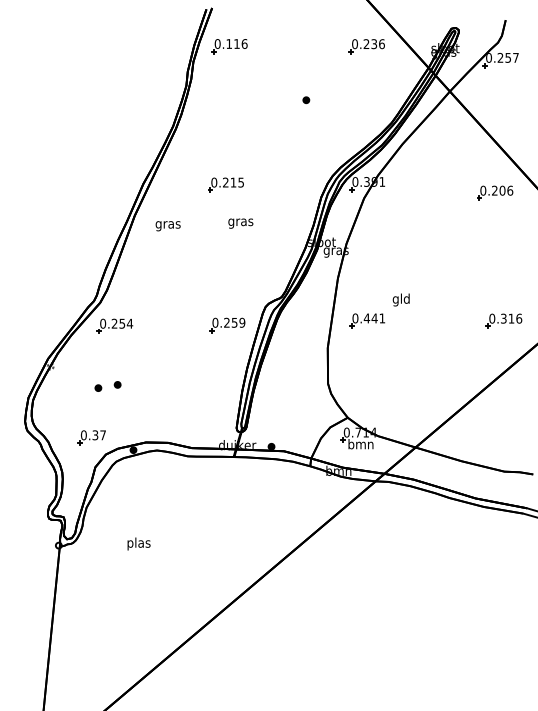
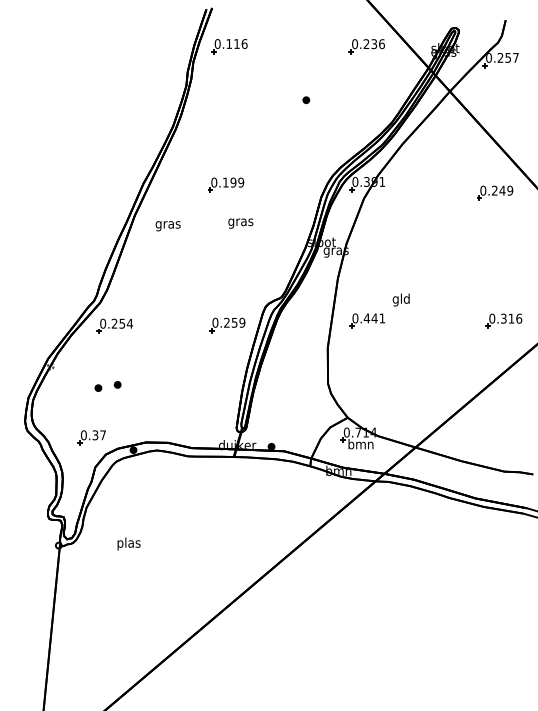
text at (233, 182): 0.215 -> 0.199
text at (506, 190): 0.206 -> 0.249
text at (138, 543) position: (138, 543) -> (128, 543)
